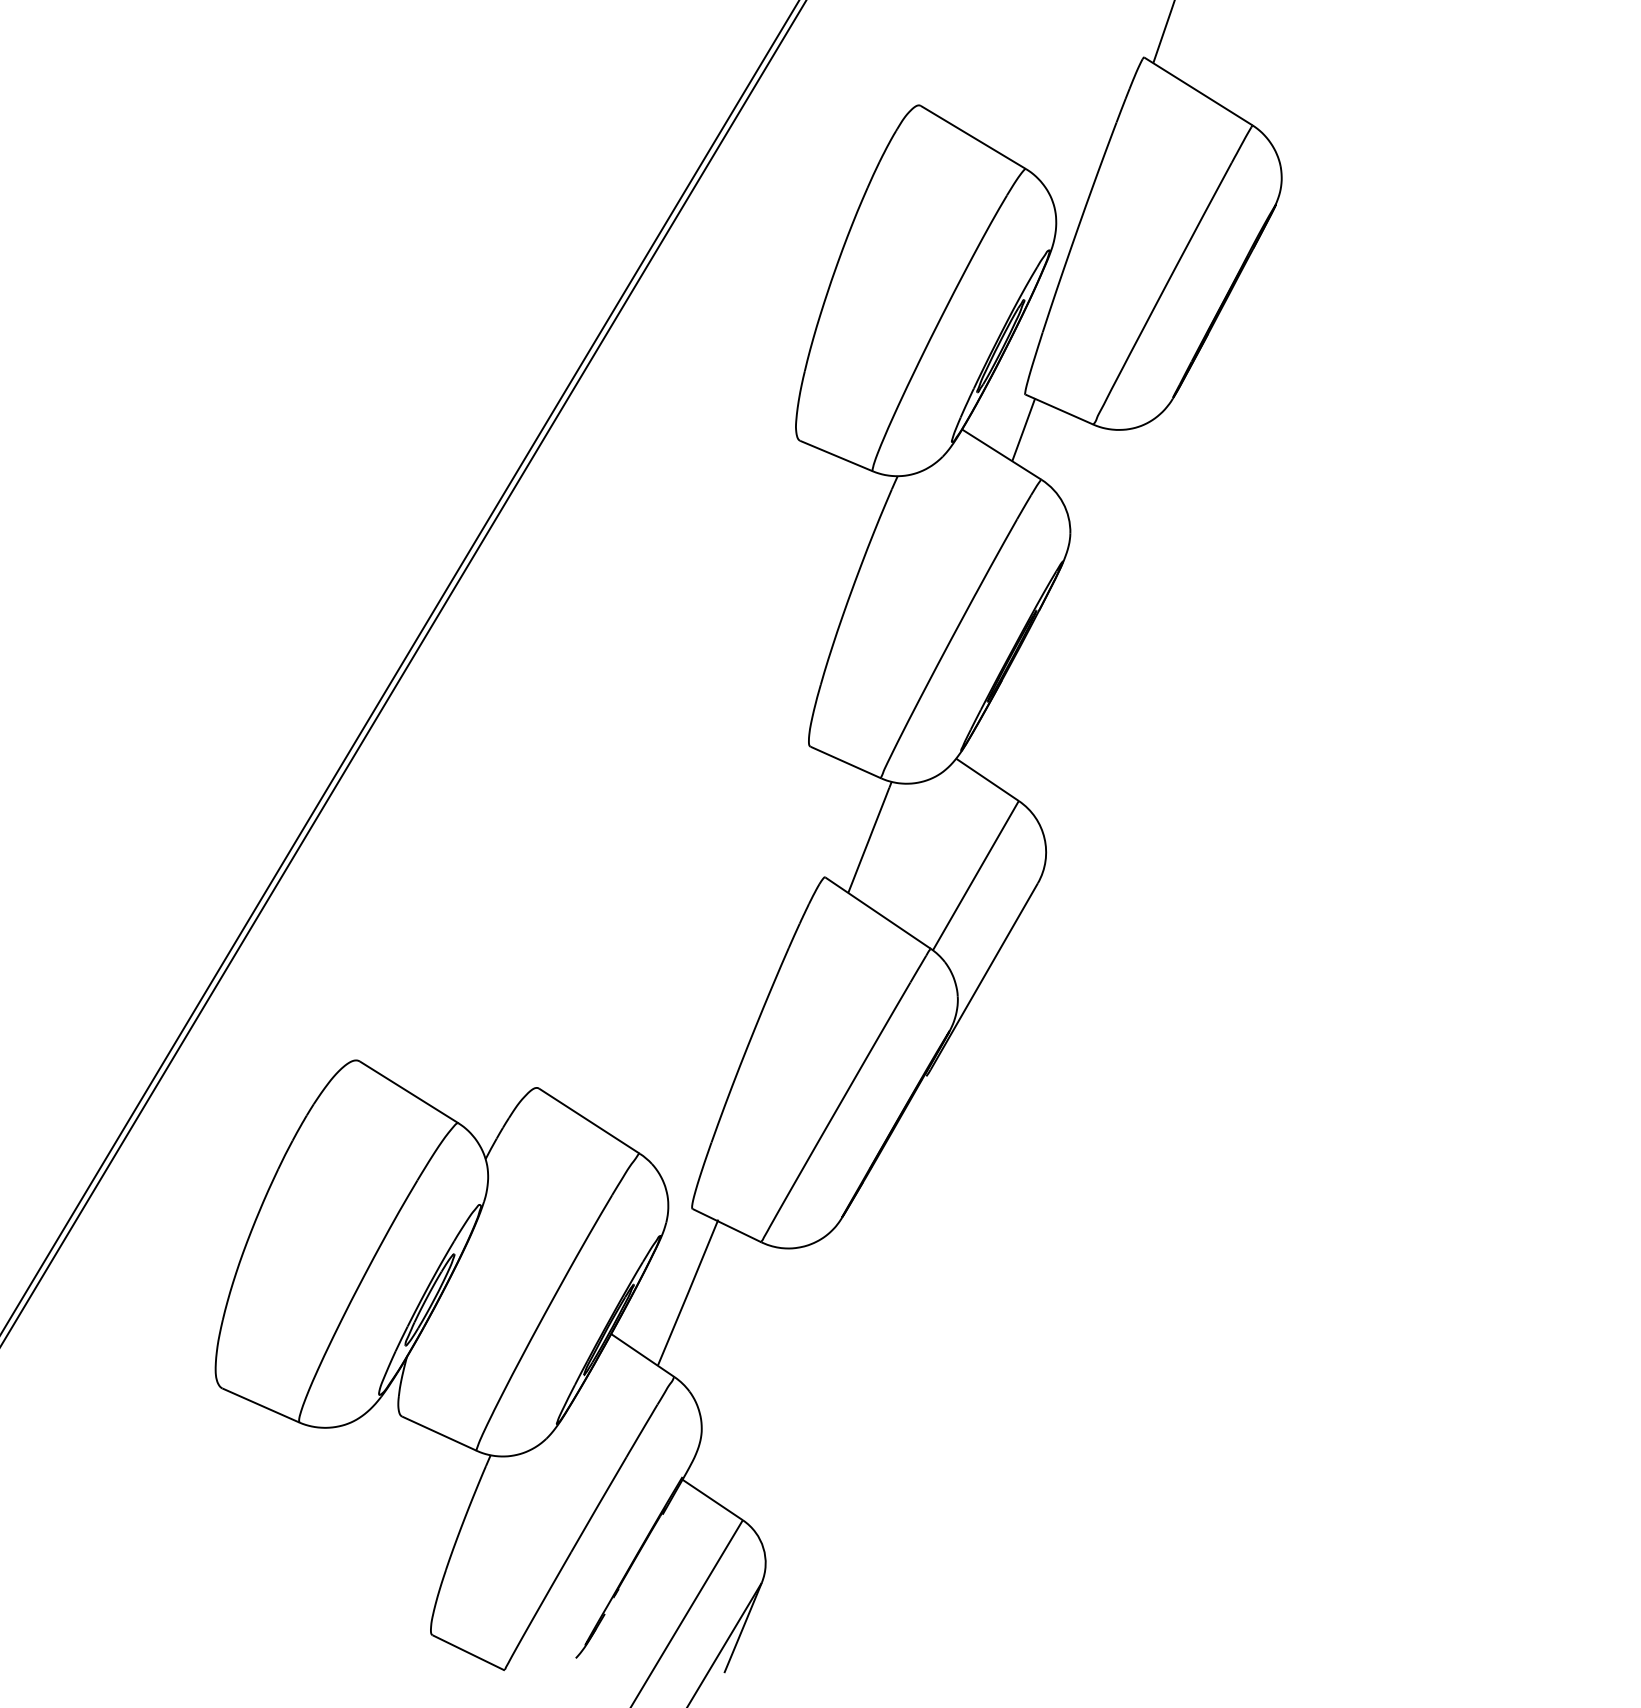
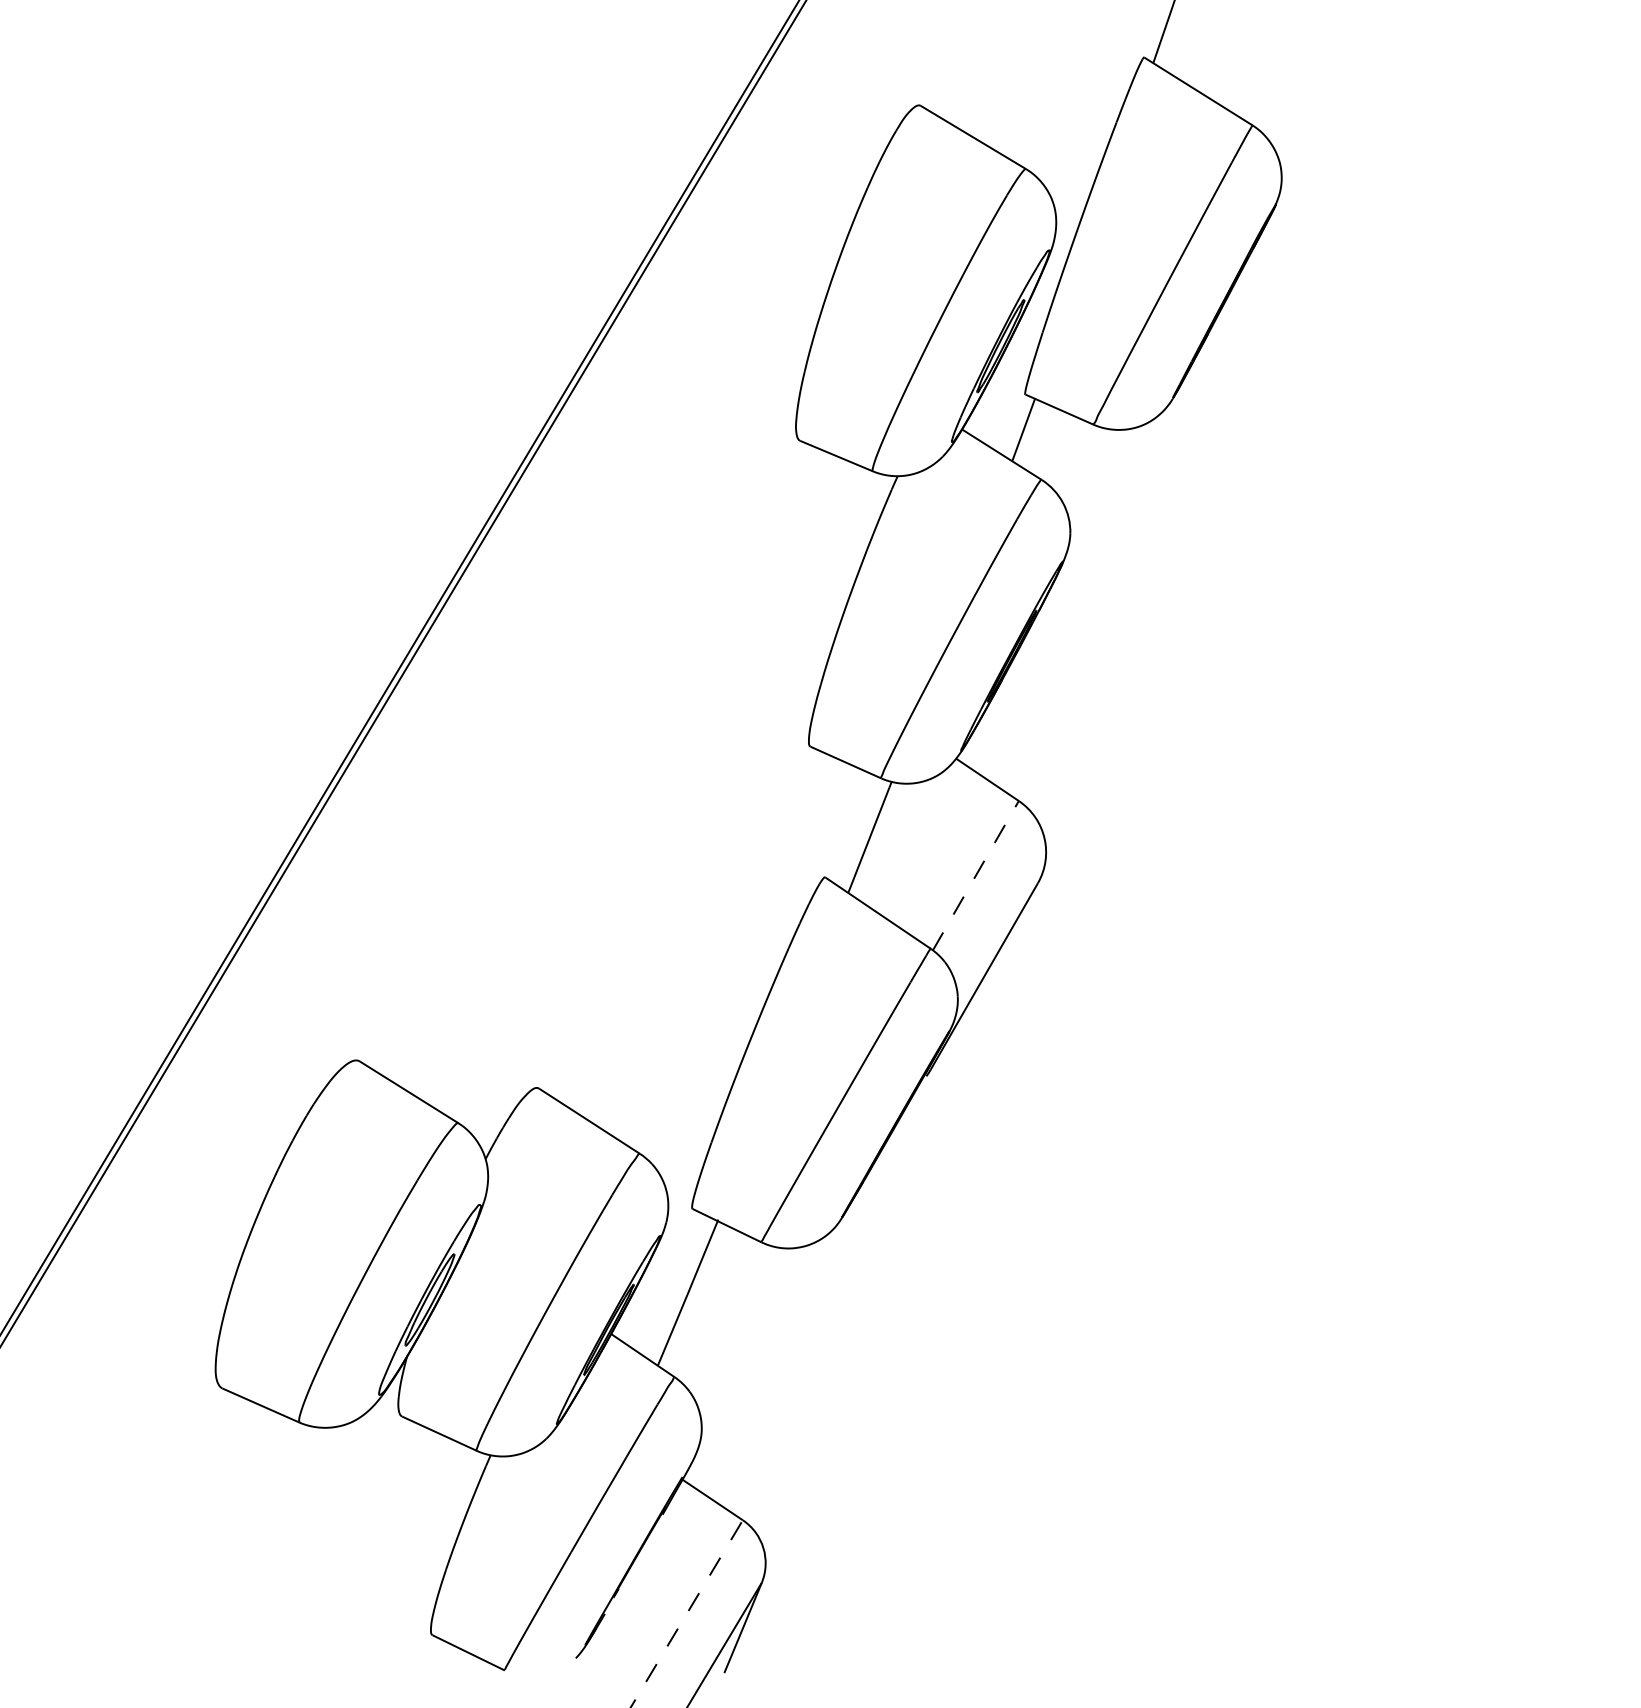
line at (976, 875): solid -> dashed
line at (686, 1613): solid -> dashed
